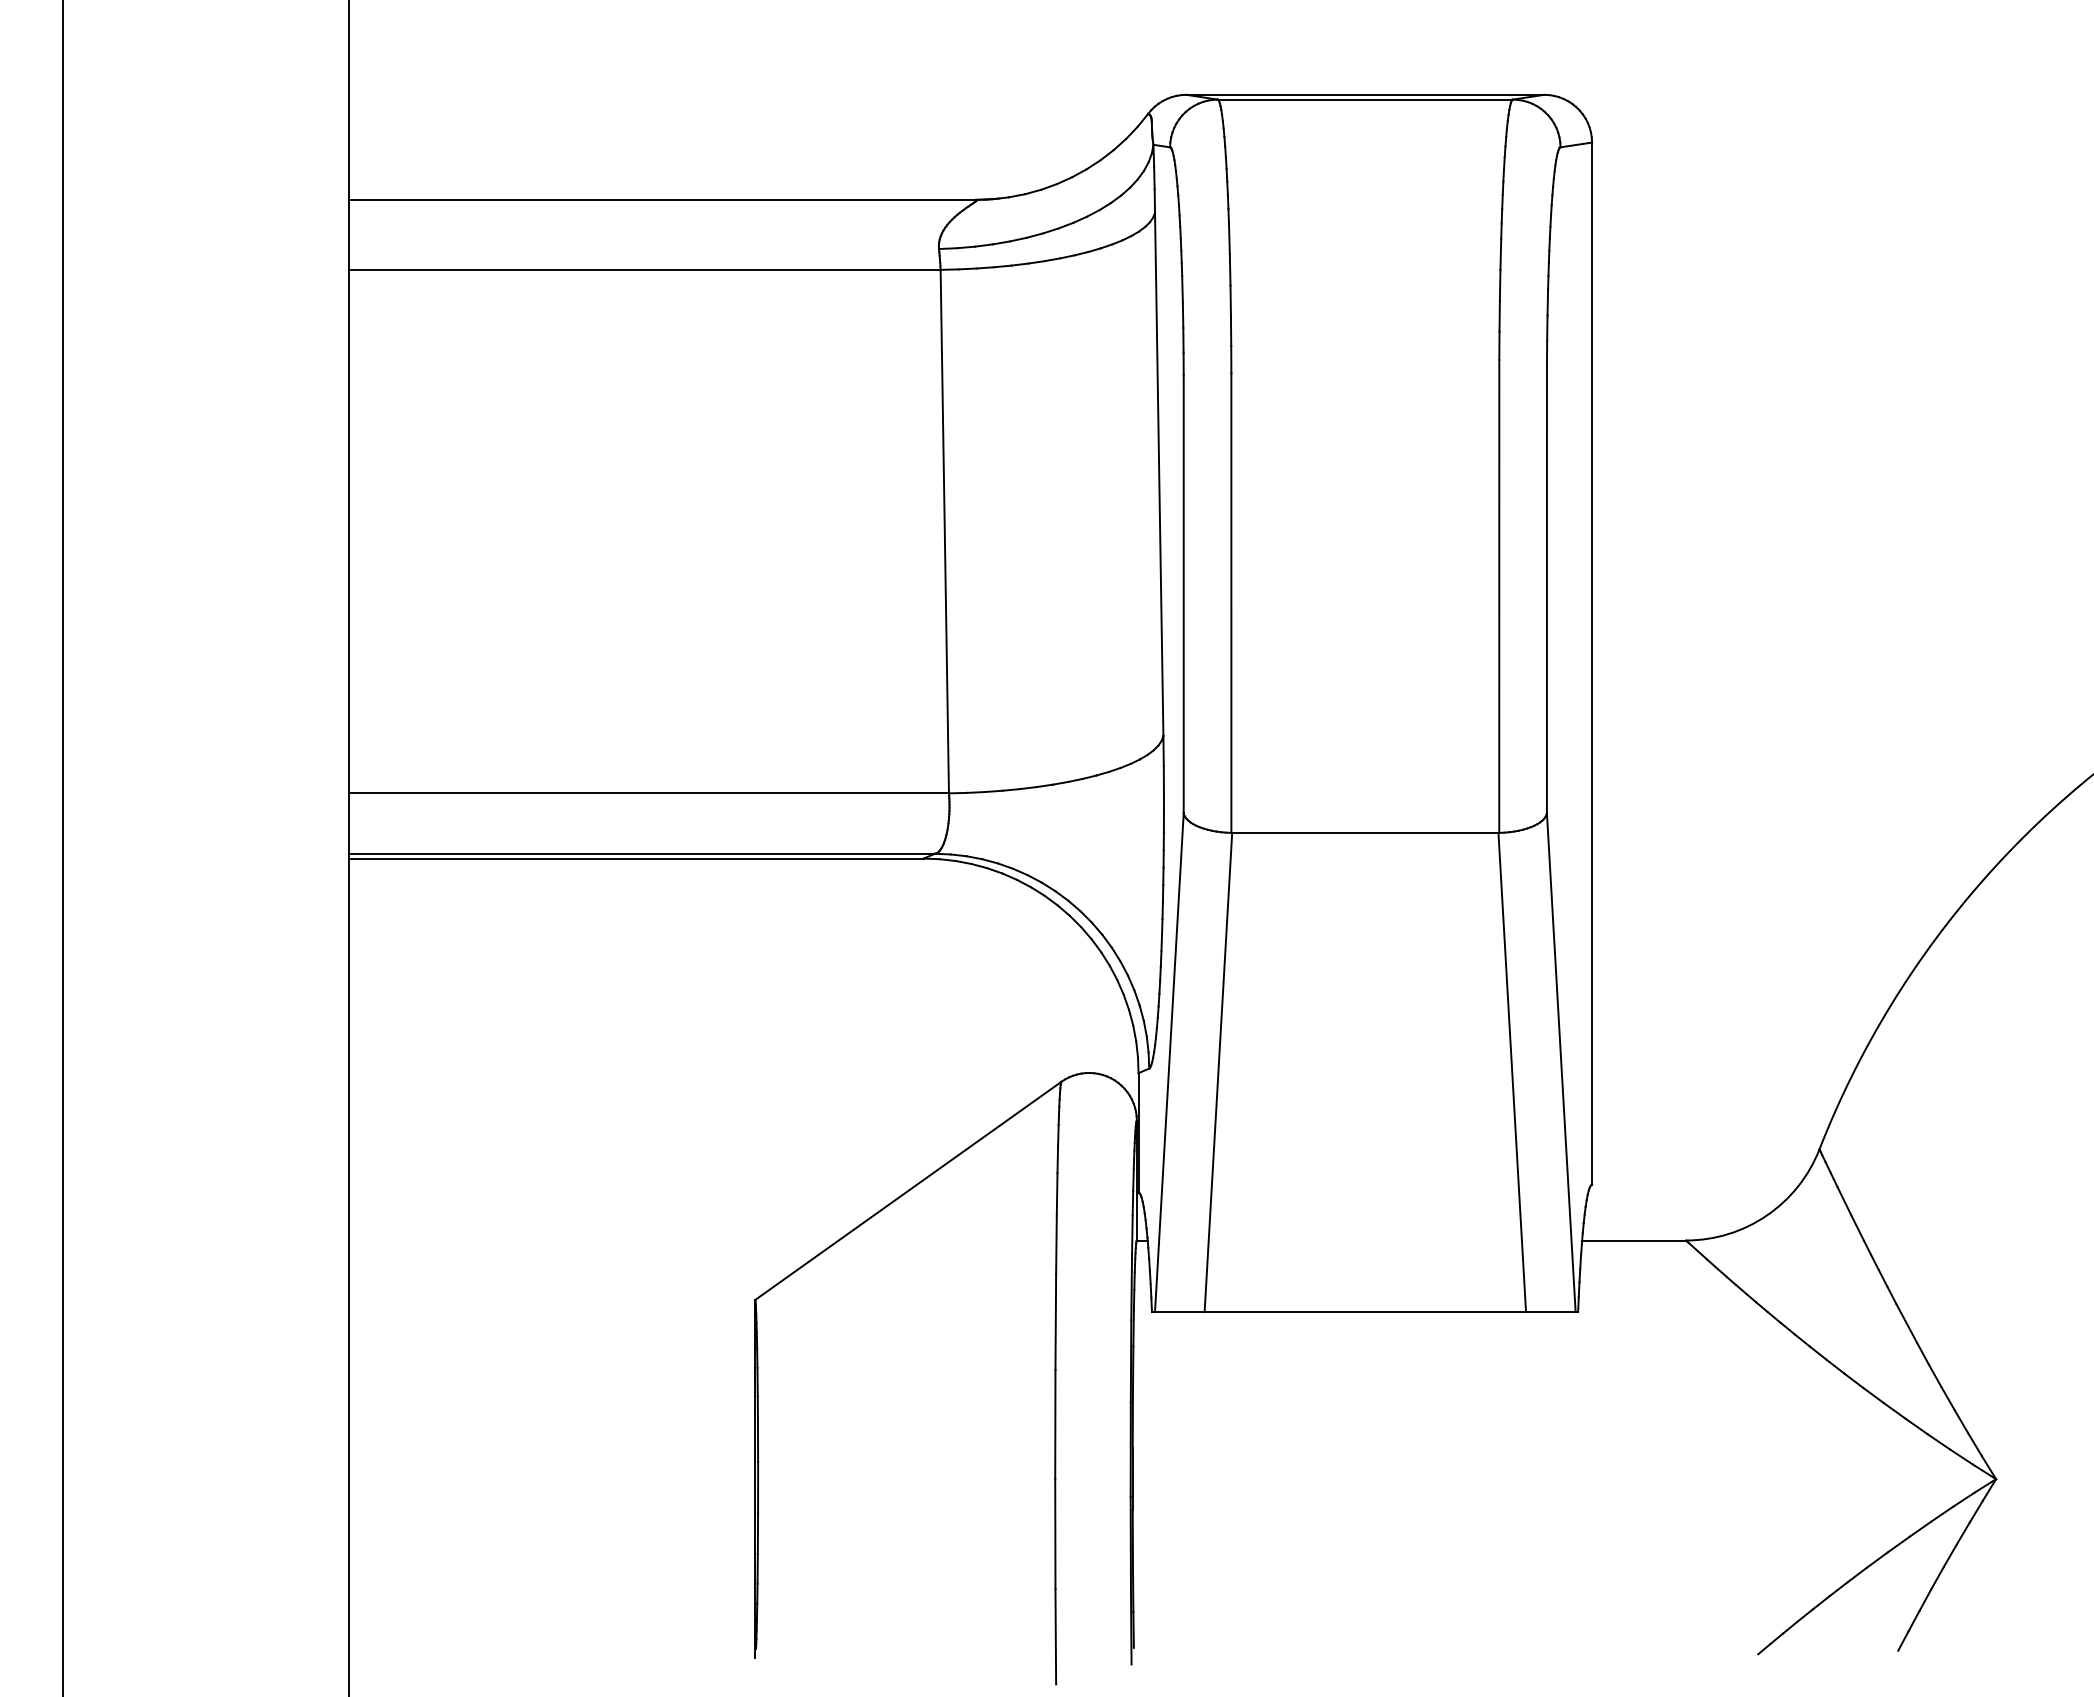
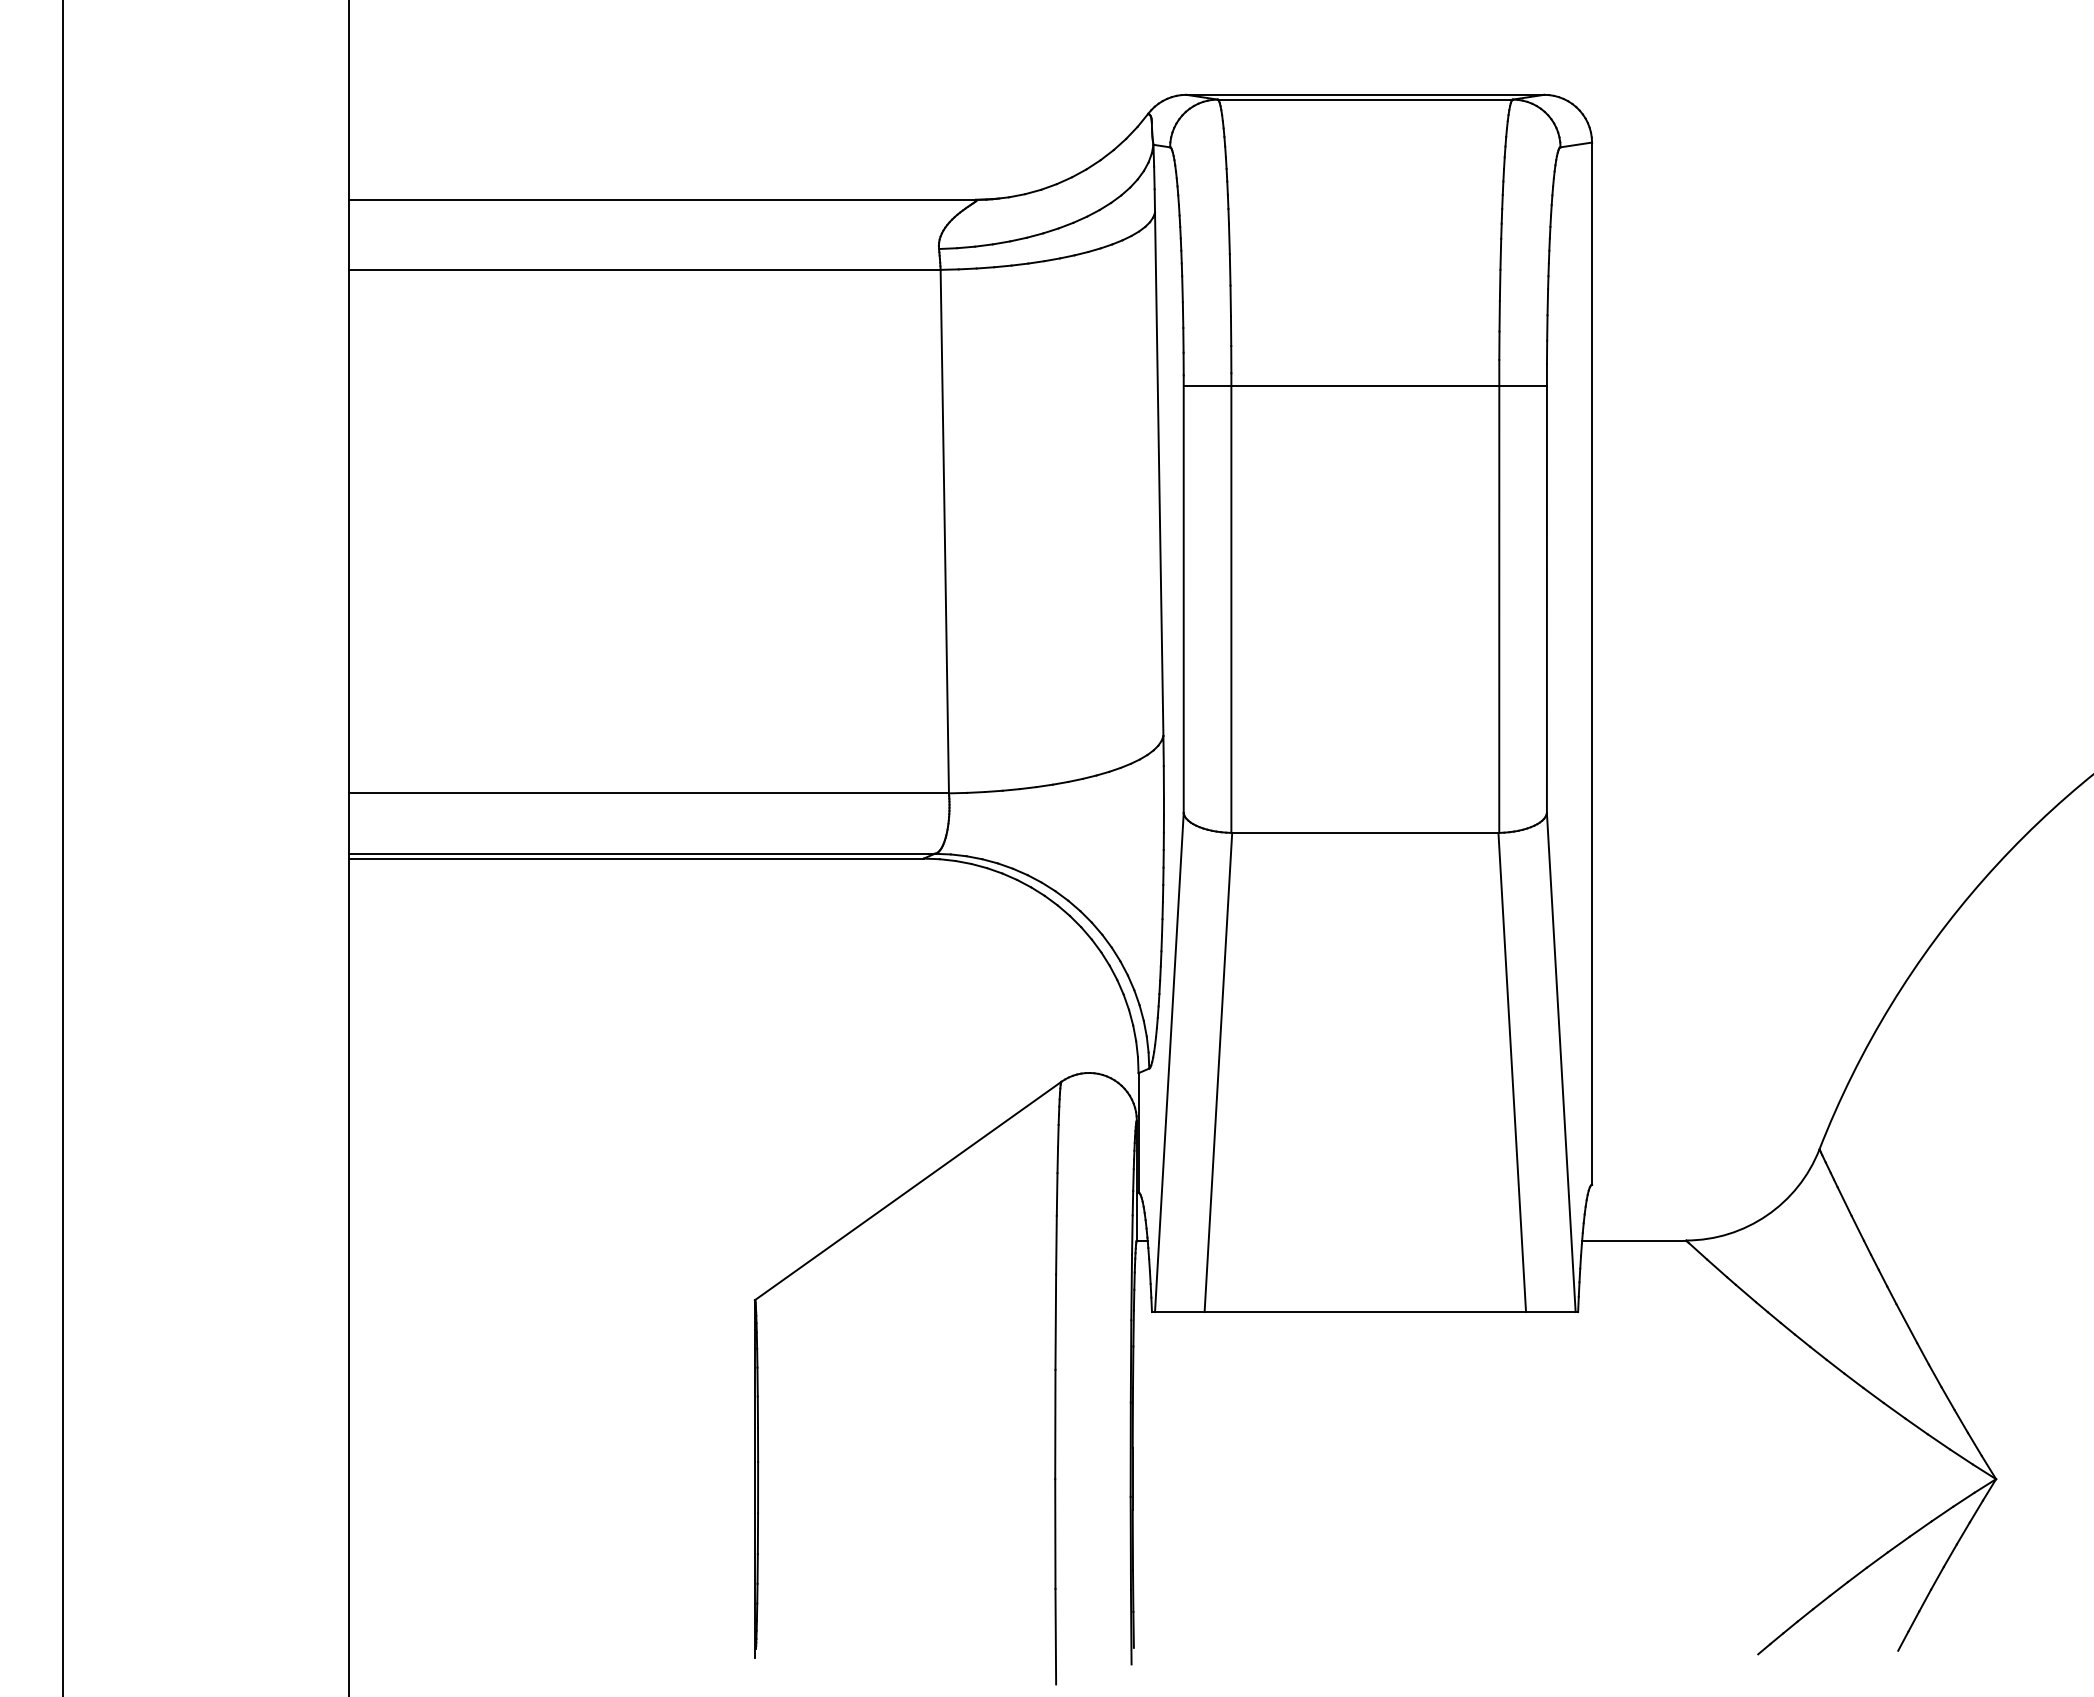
line at (1364, 386): none -> present
